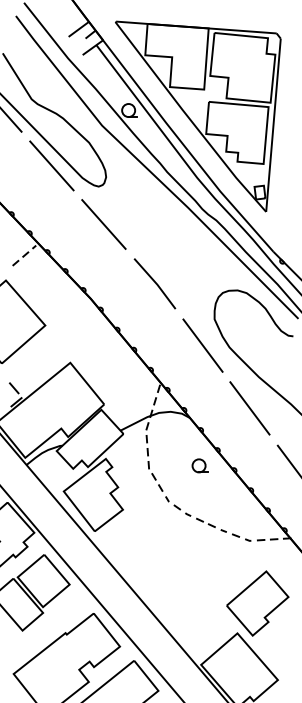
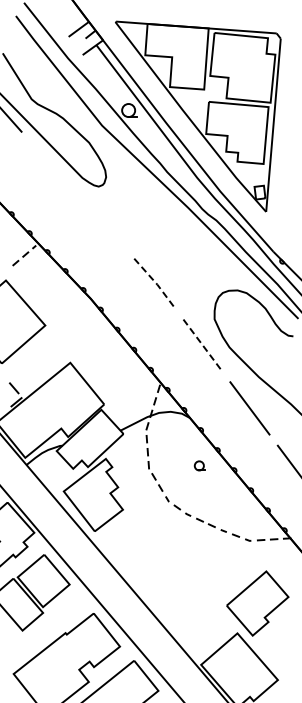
line at (51, 165): present -> none
line at (103, 224): present -> none
line at (156, 284): solid -> dashed
line at (203, 345): solid -> dashed
part at (199, 465) size: 18x16 px -> 13x12 px
